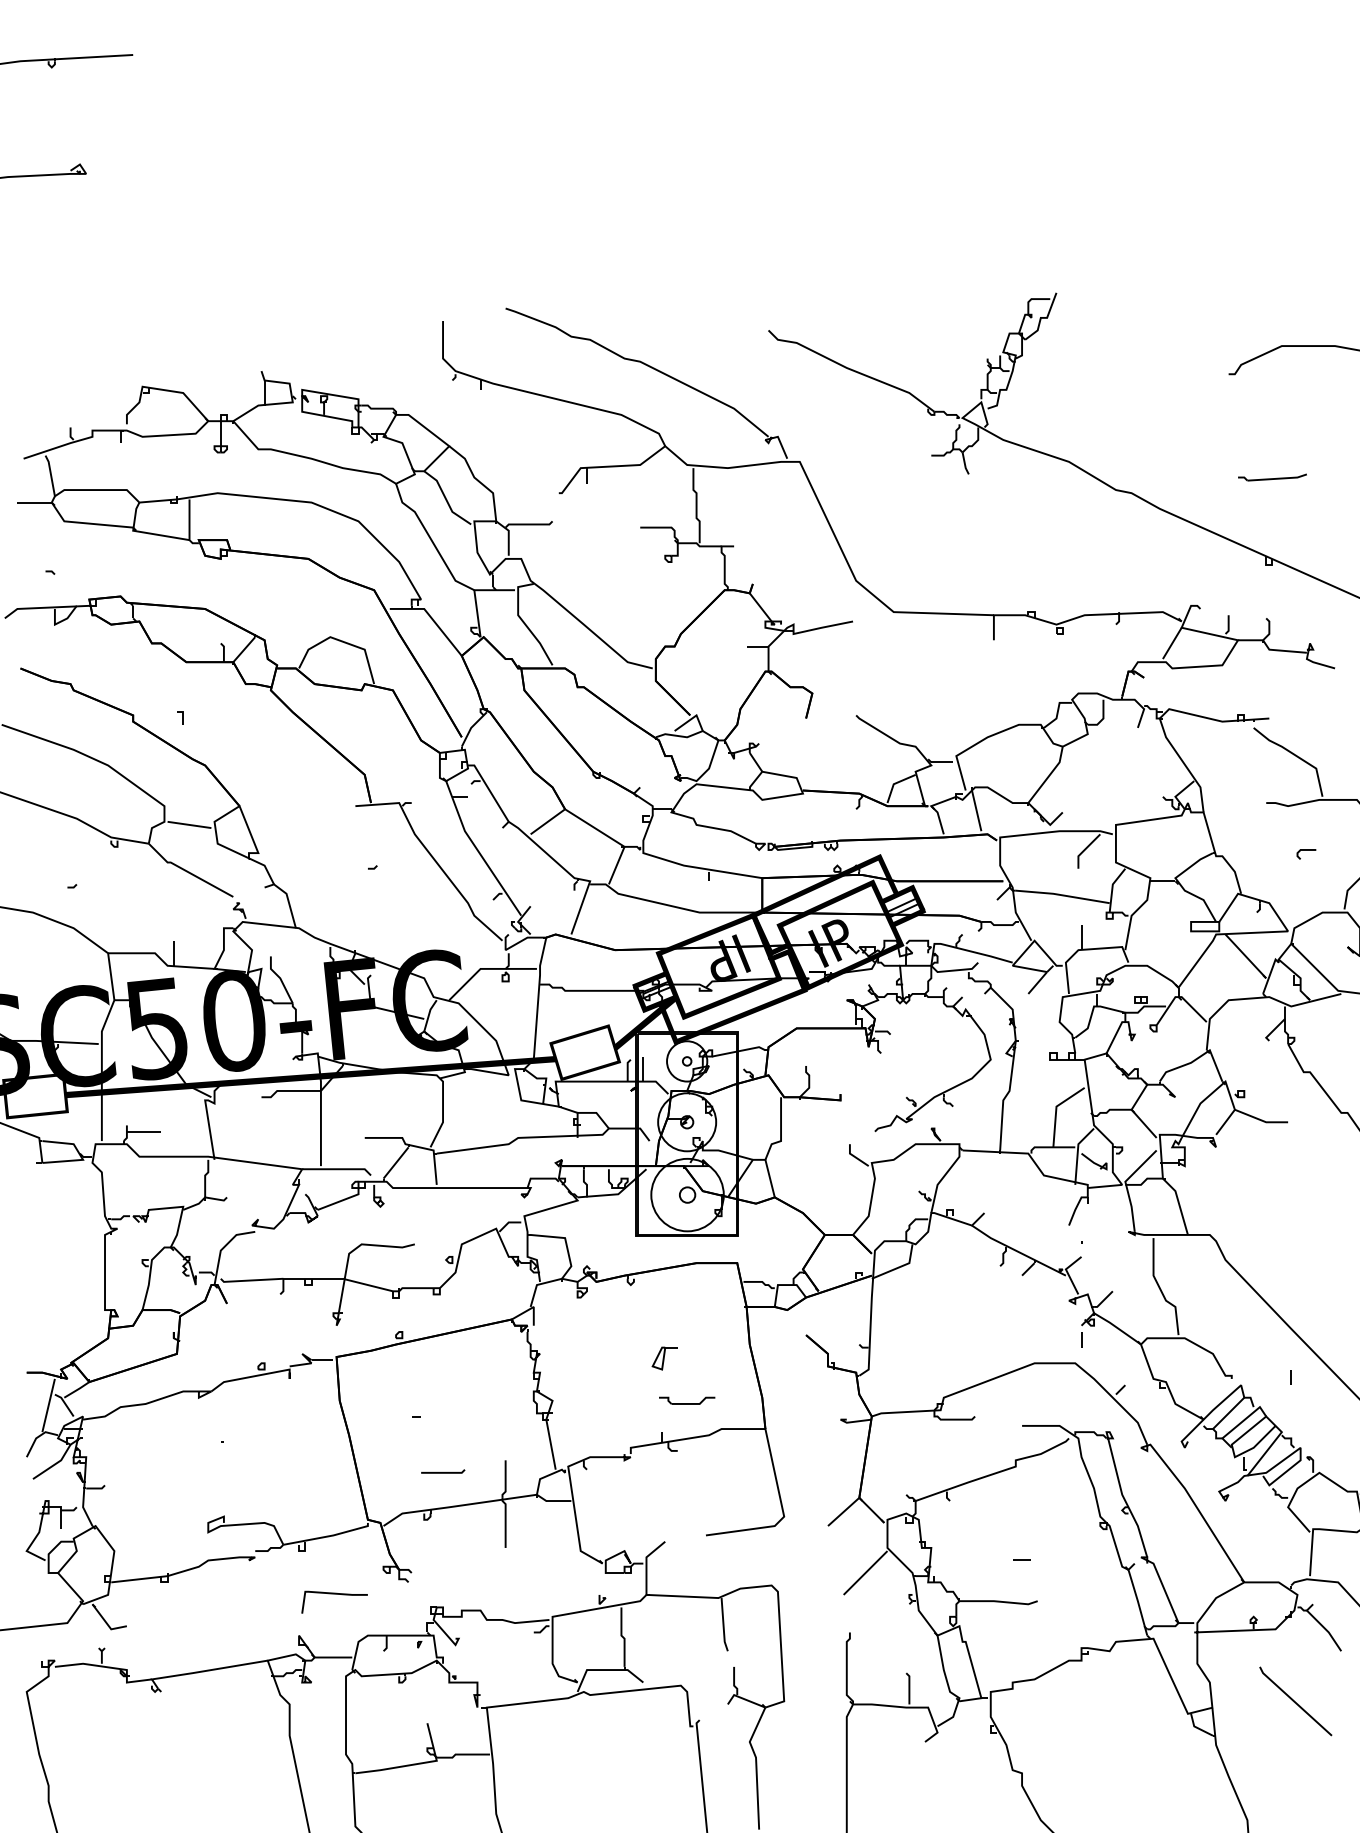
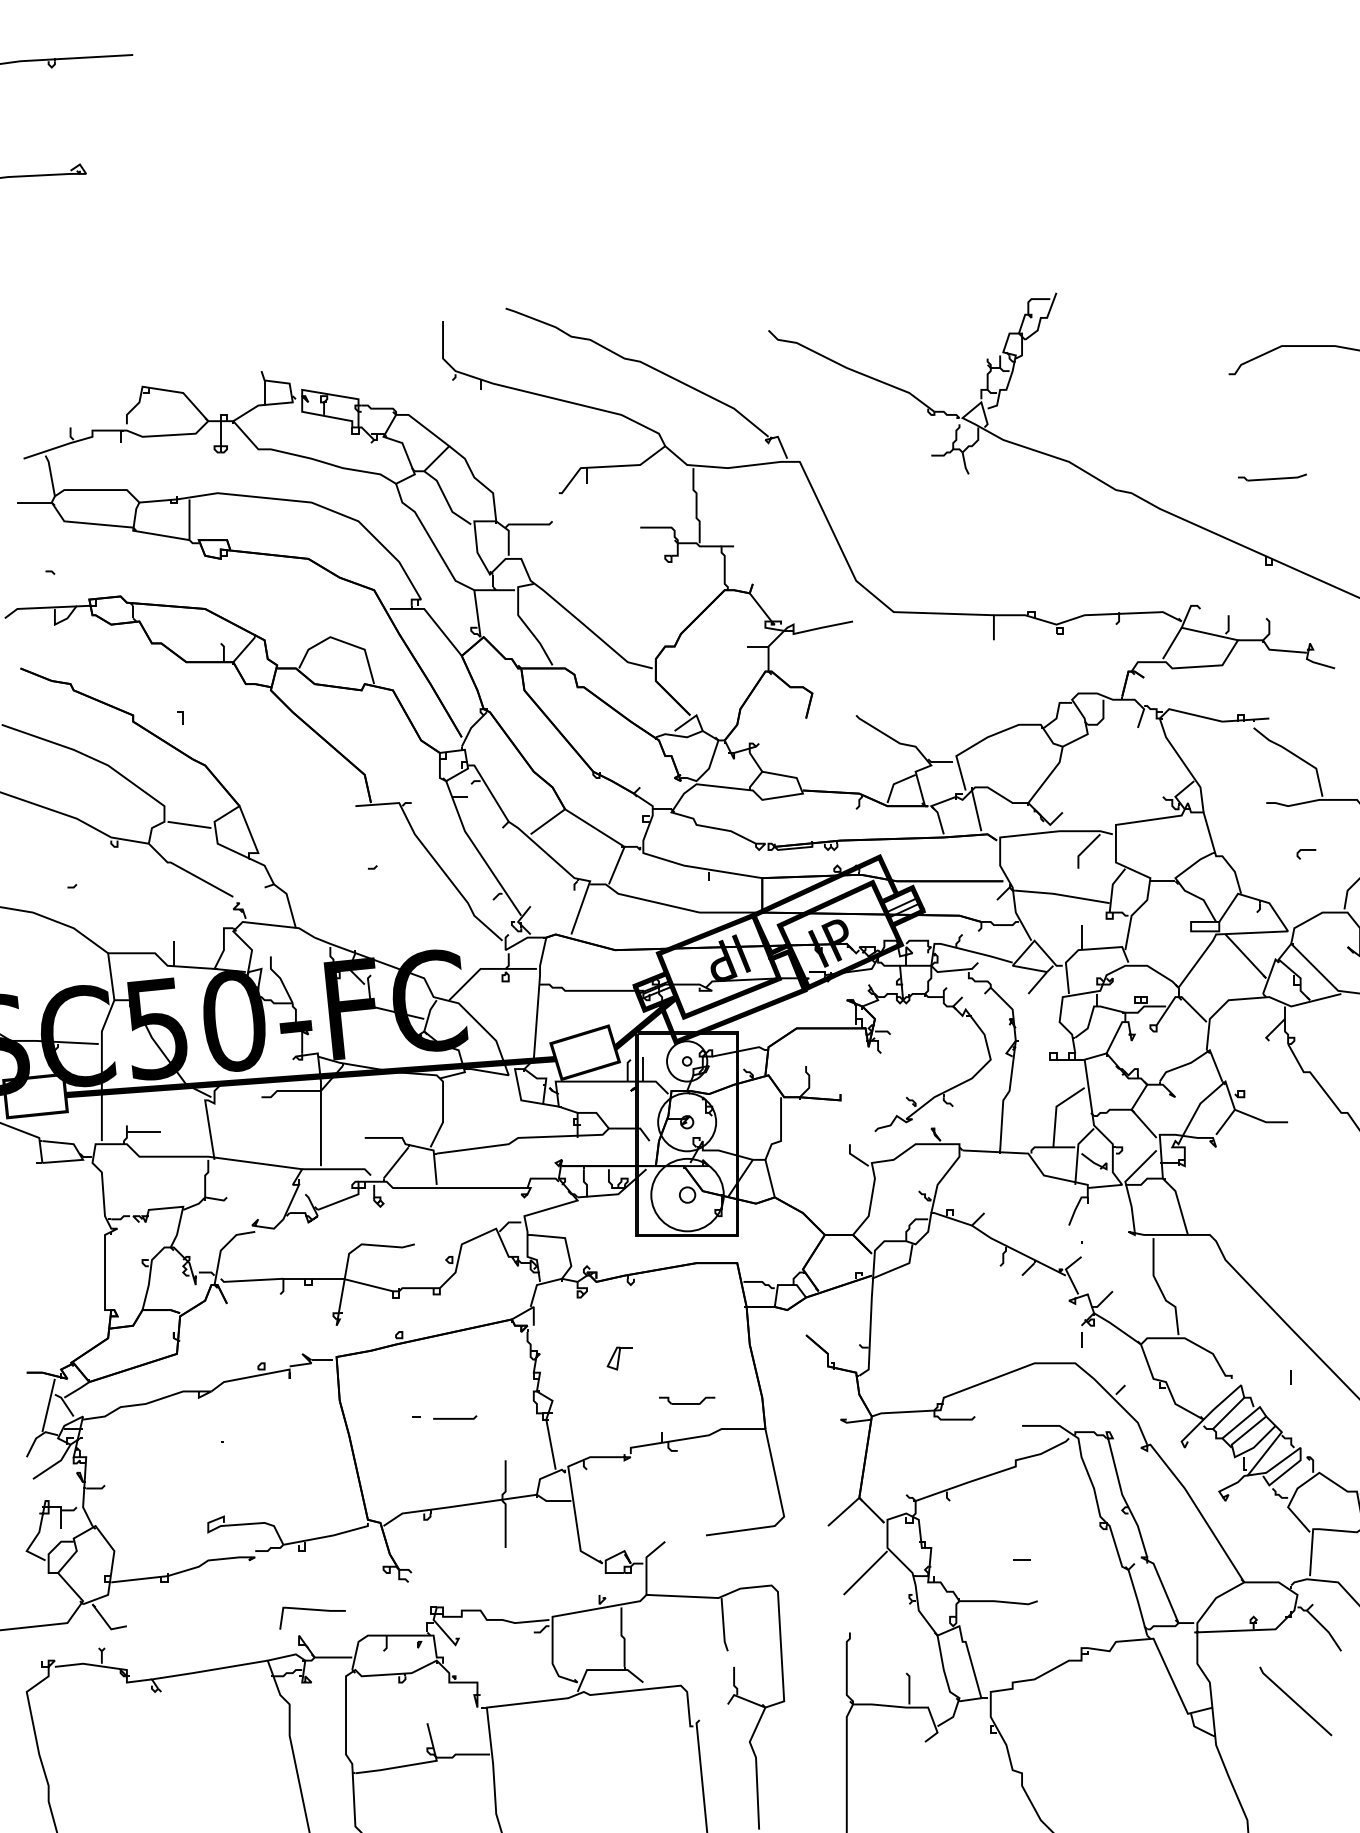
part at (664, 1358) position: (664, 1358) -> (619, 1358)
line at (443, 1472) position: (443, 1472) -> (455, 1418)
line at (334, 1594) position: (334, 1594) -> (312, 1610)
